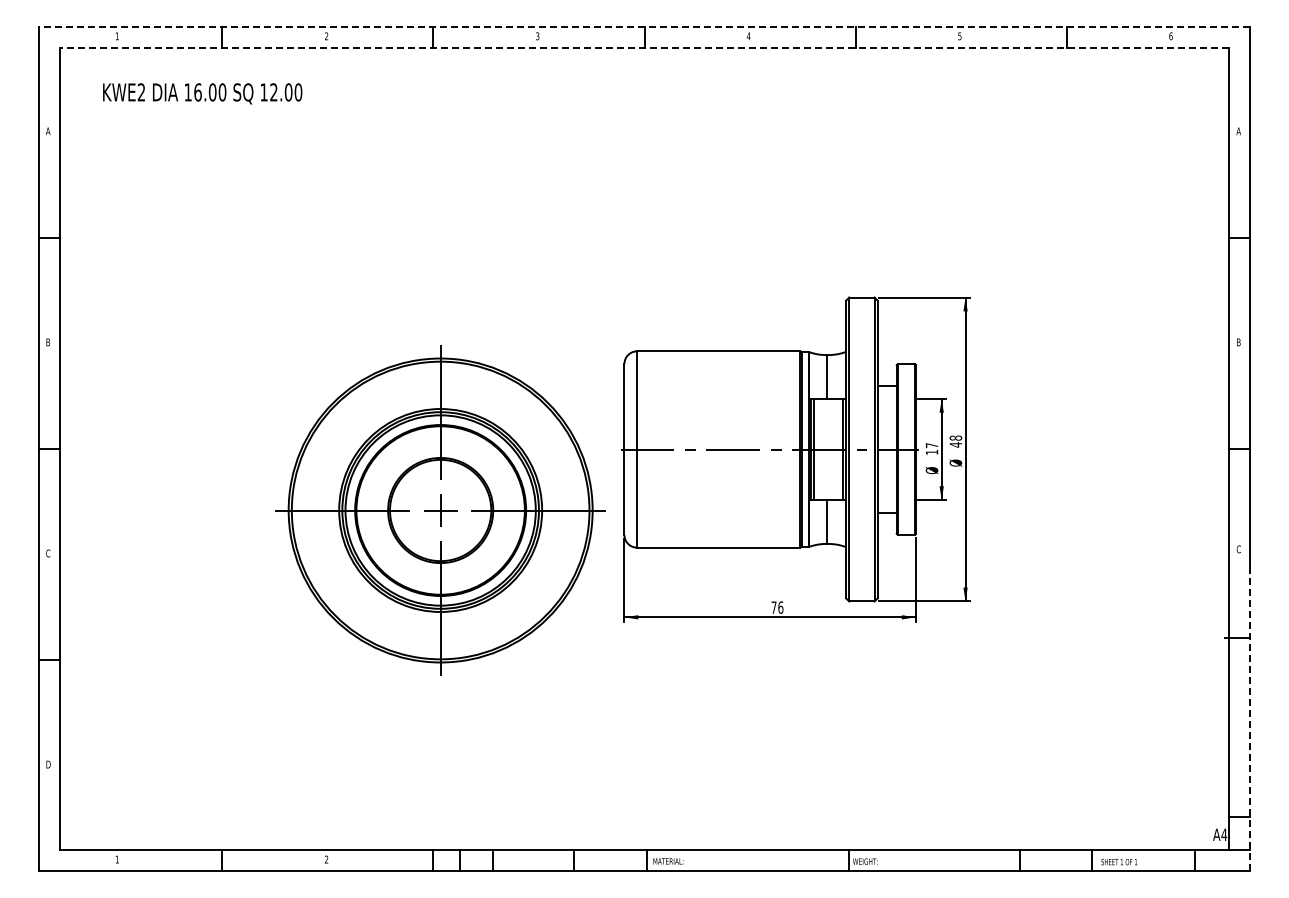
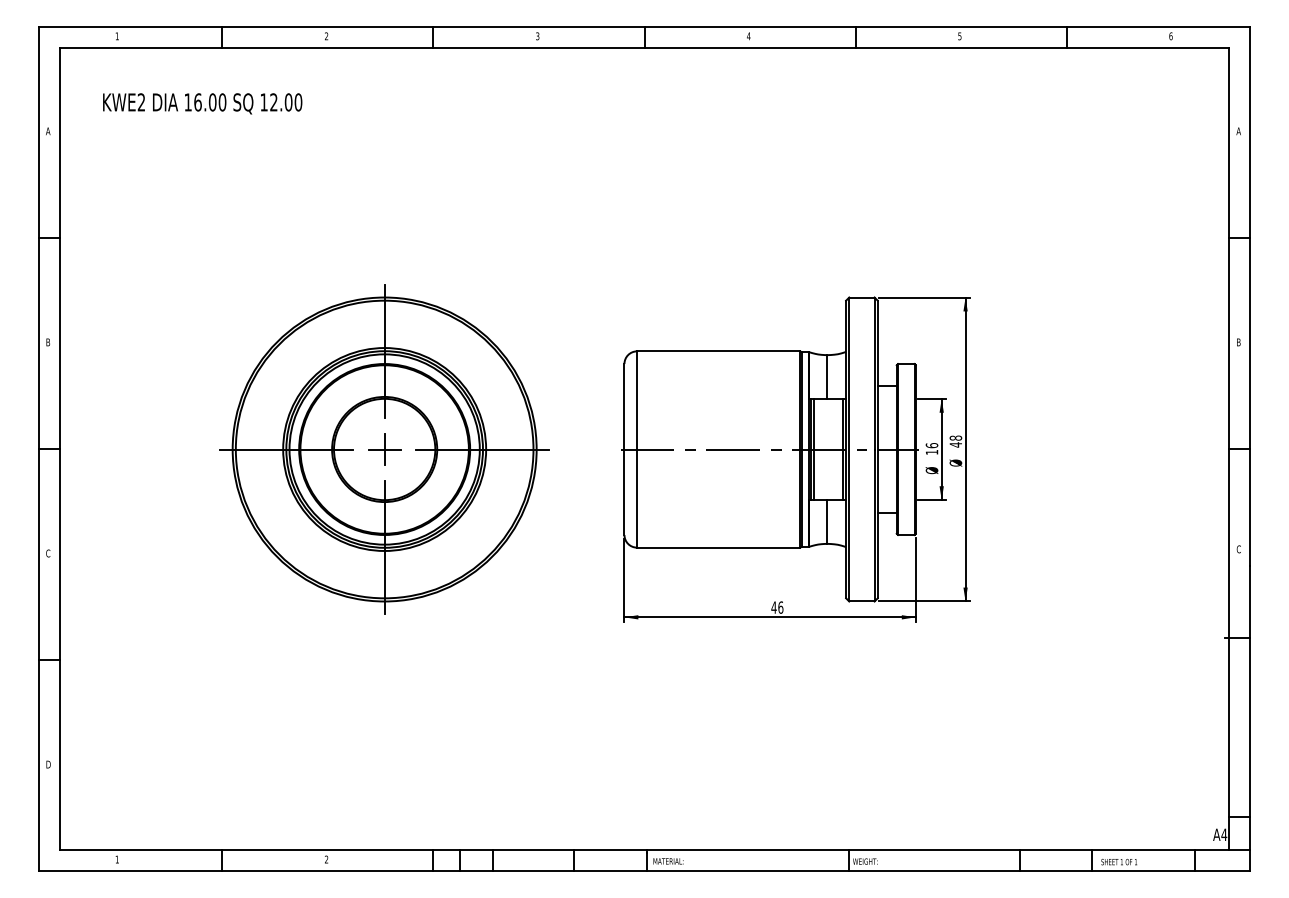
line at (644, 26): dashed -> solid
line at (644, 47): dashed -> solid
text at (202, 93) position: (202, 93) -> (202, 103)
text at (931, 445): 17 -> 16
part at (440, 510) position: (440, 510) -> (384, 449)
text at (773, 607): 76 -> 46
line at (1250, 718): dashed -> solid
